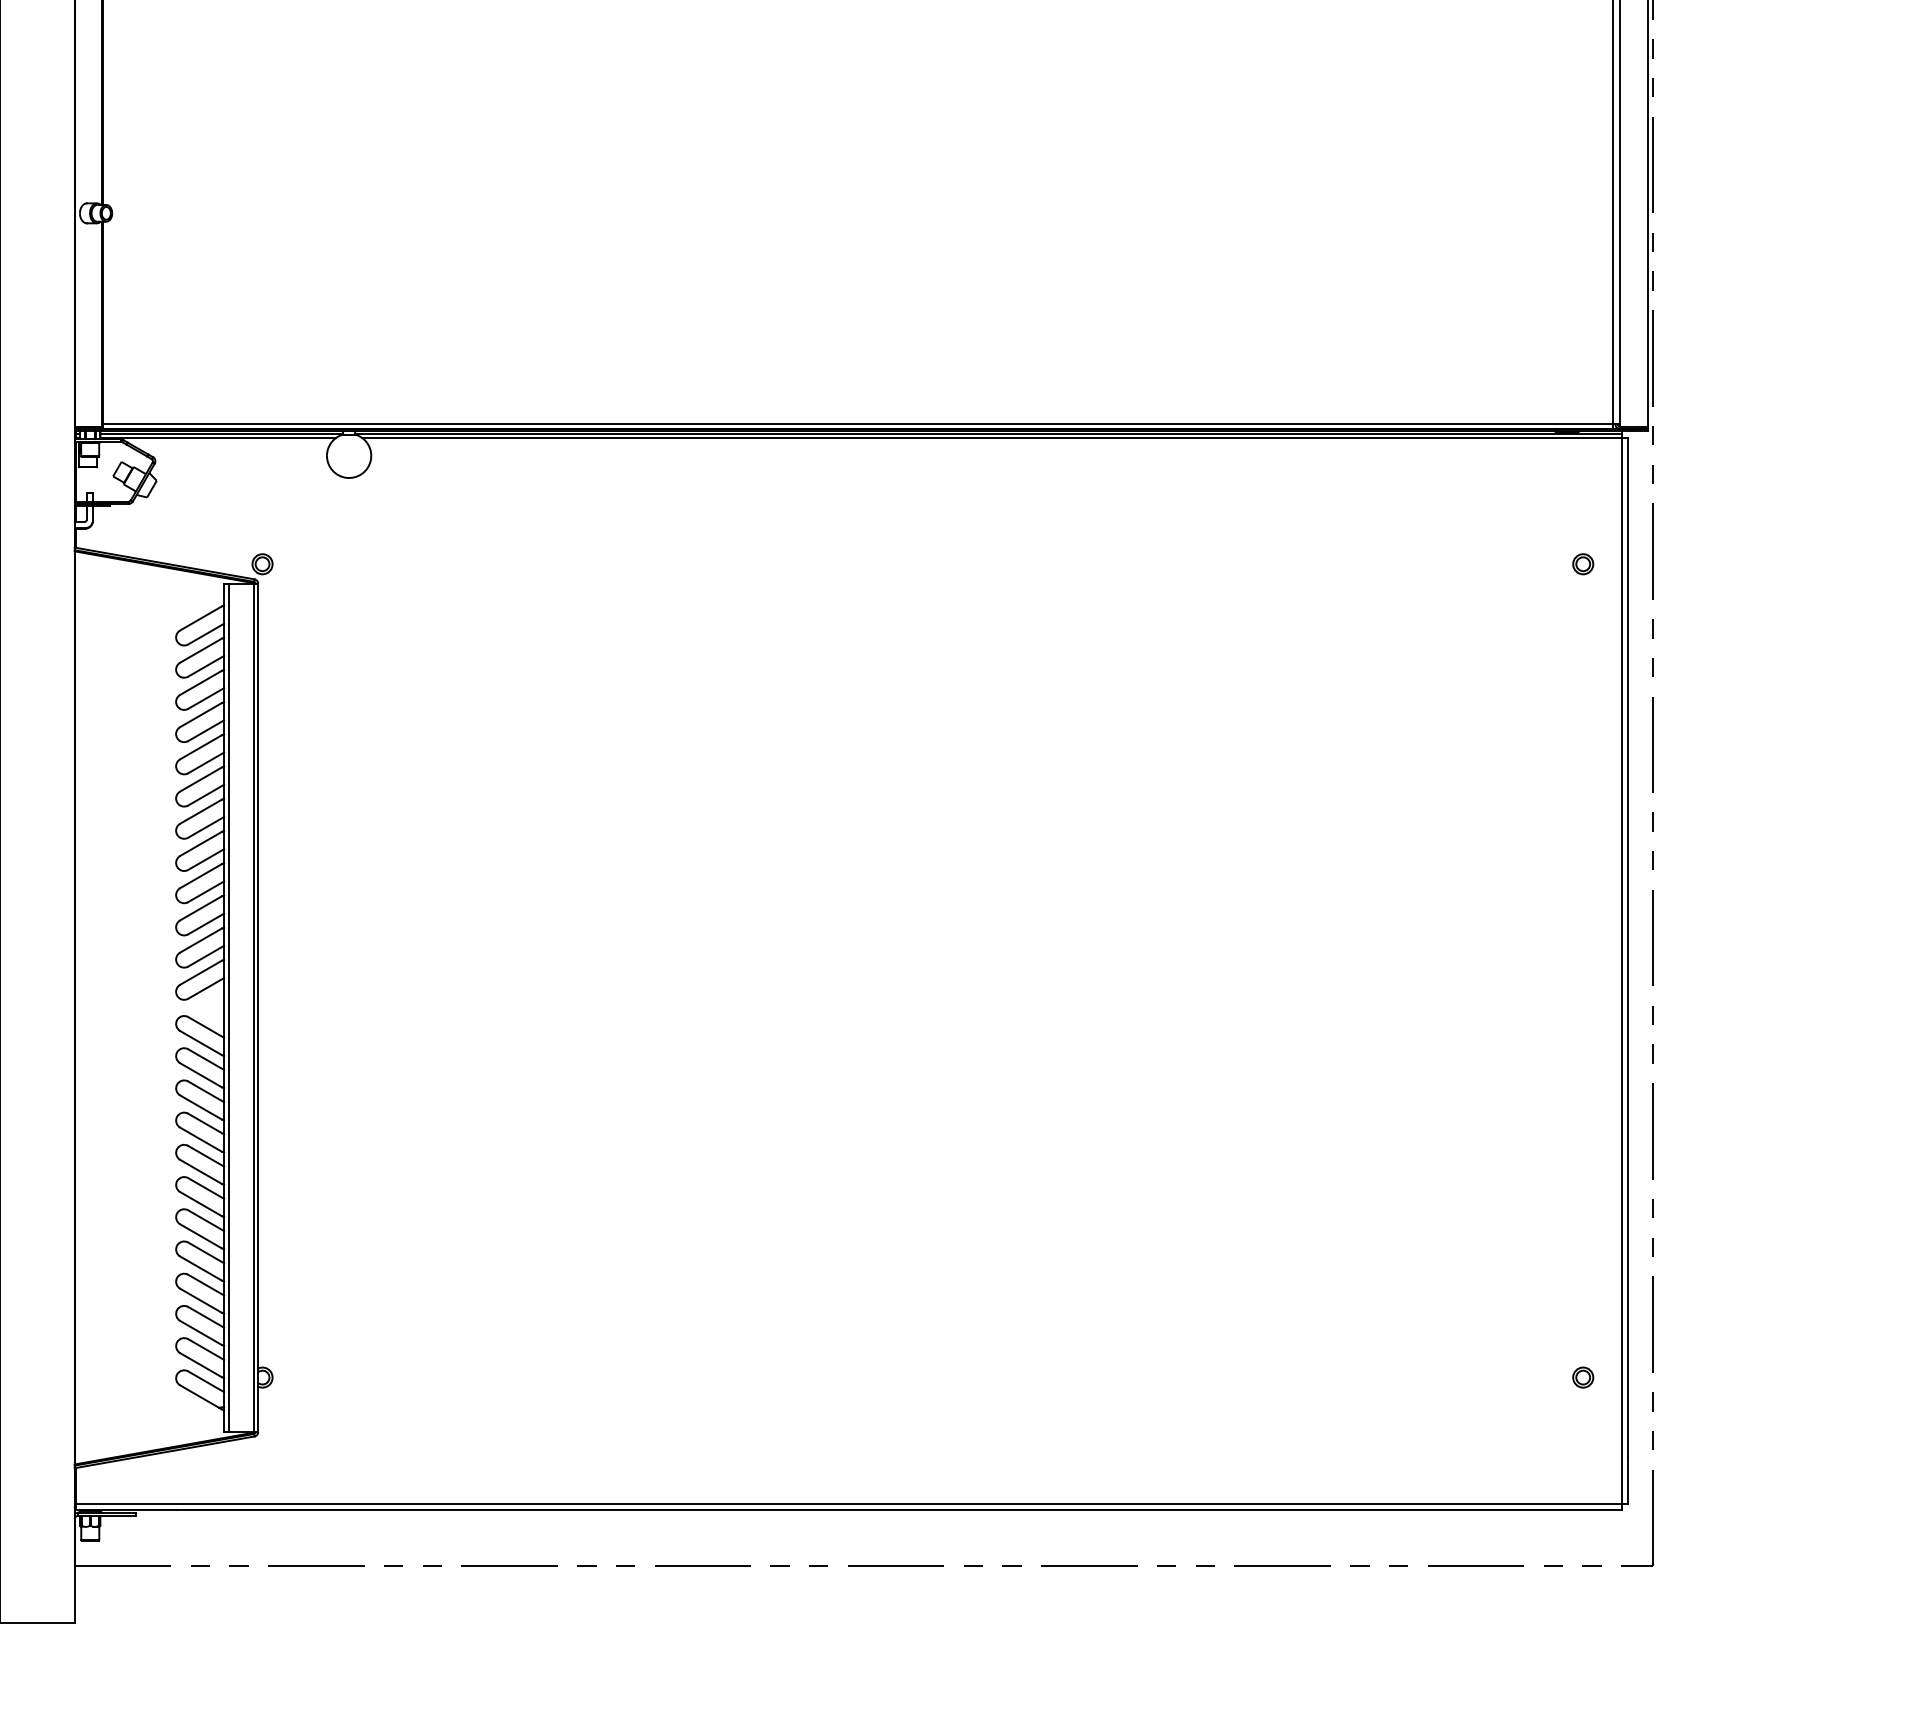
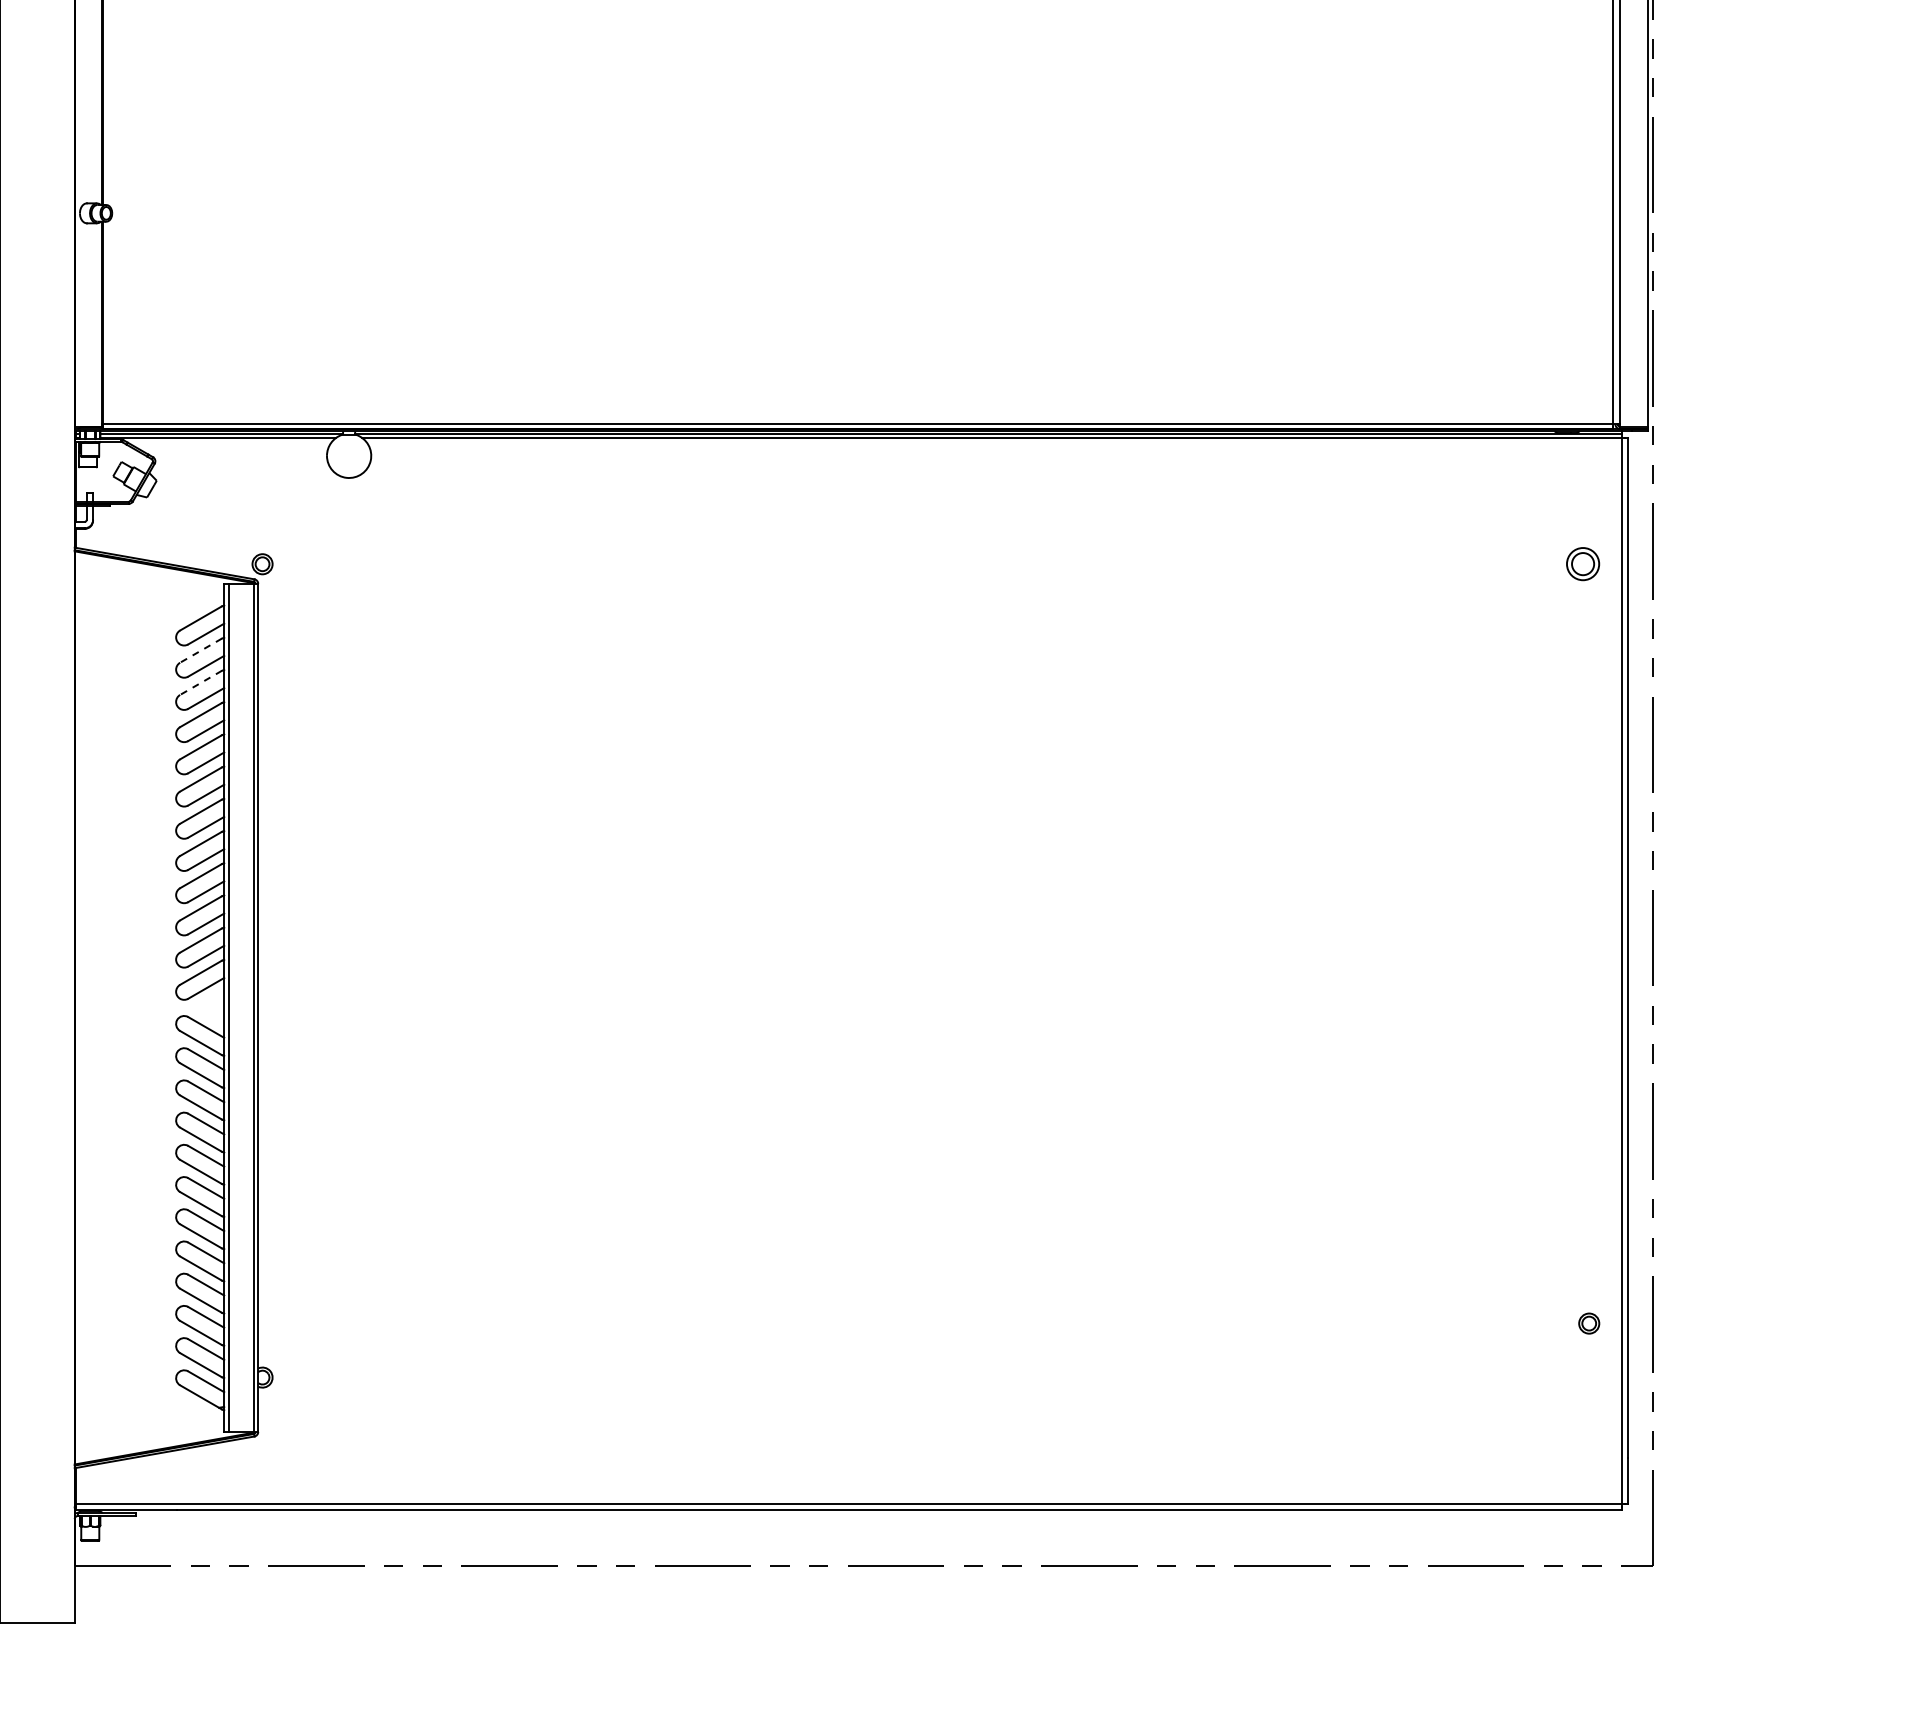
part at (1583, 564) size: 23x23 px -> 35x35 px
line at (200, 650): solid -> dashed
line at (200, 683): solid -> dashed
part at (1583, 1377) position: (1583, 1377) -> (1589, 1323)
